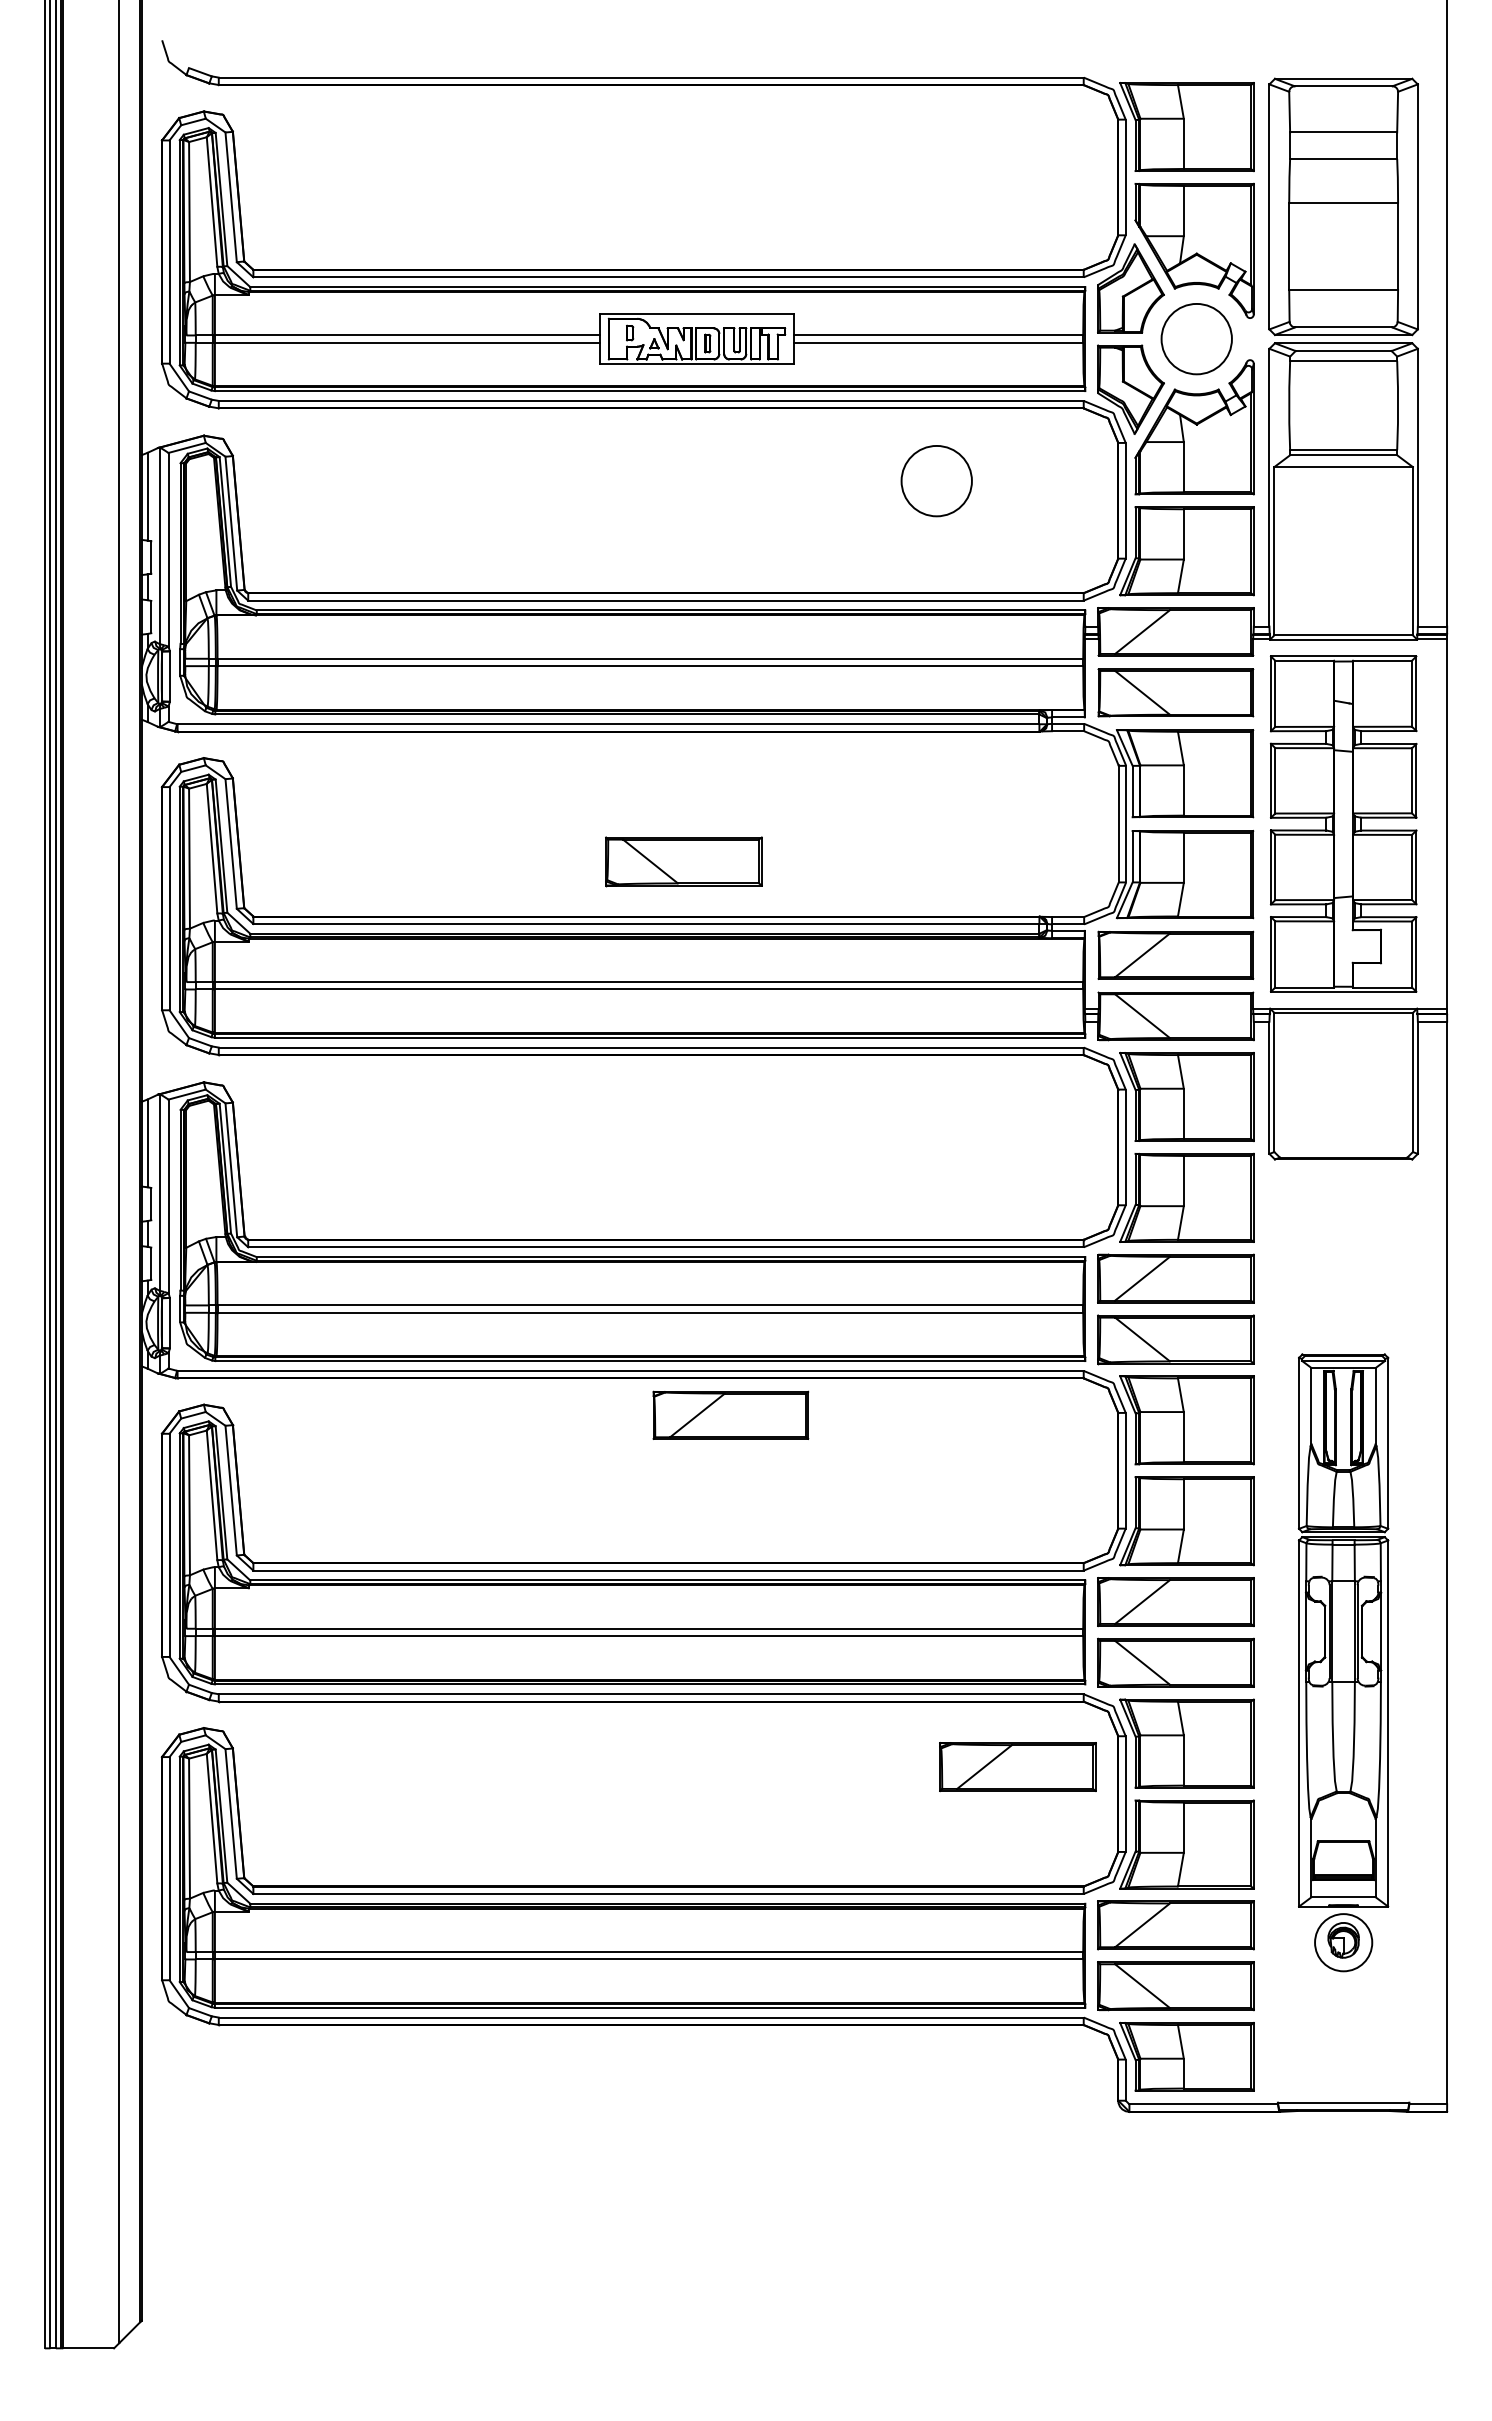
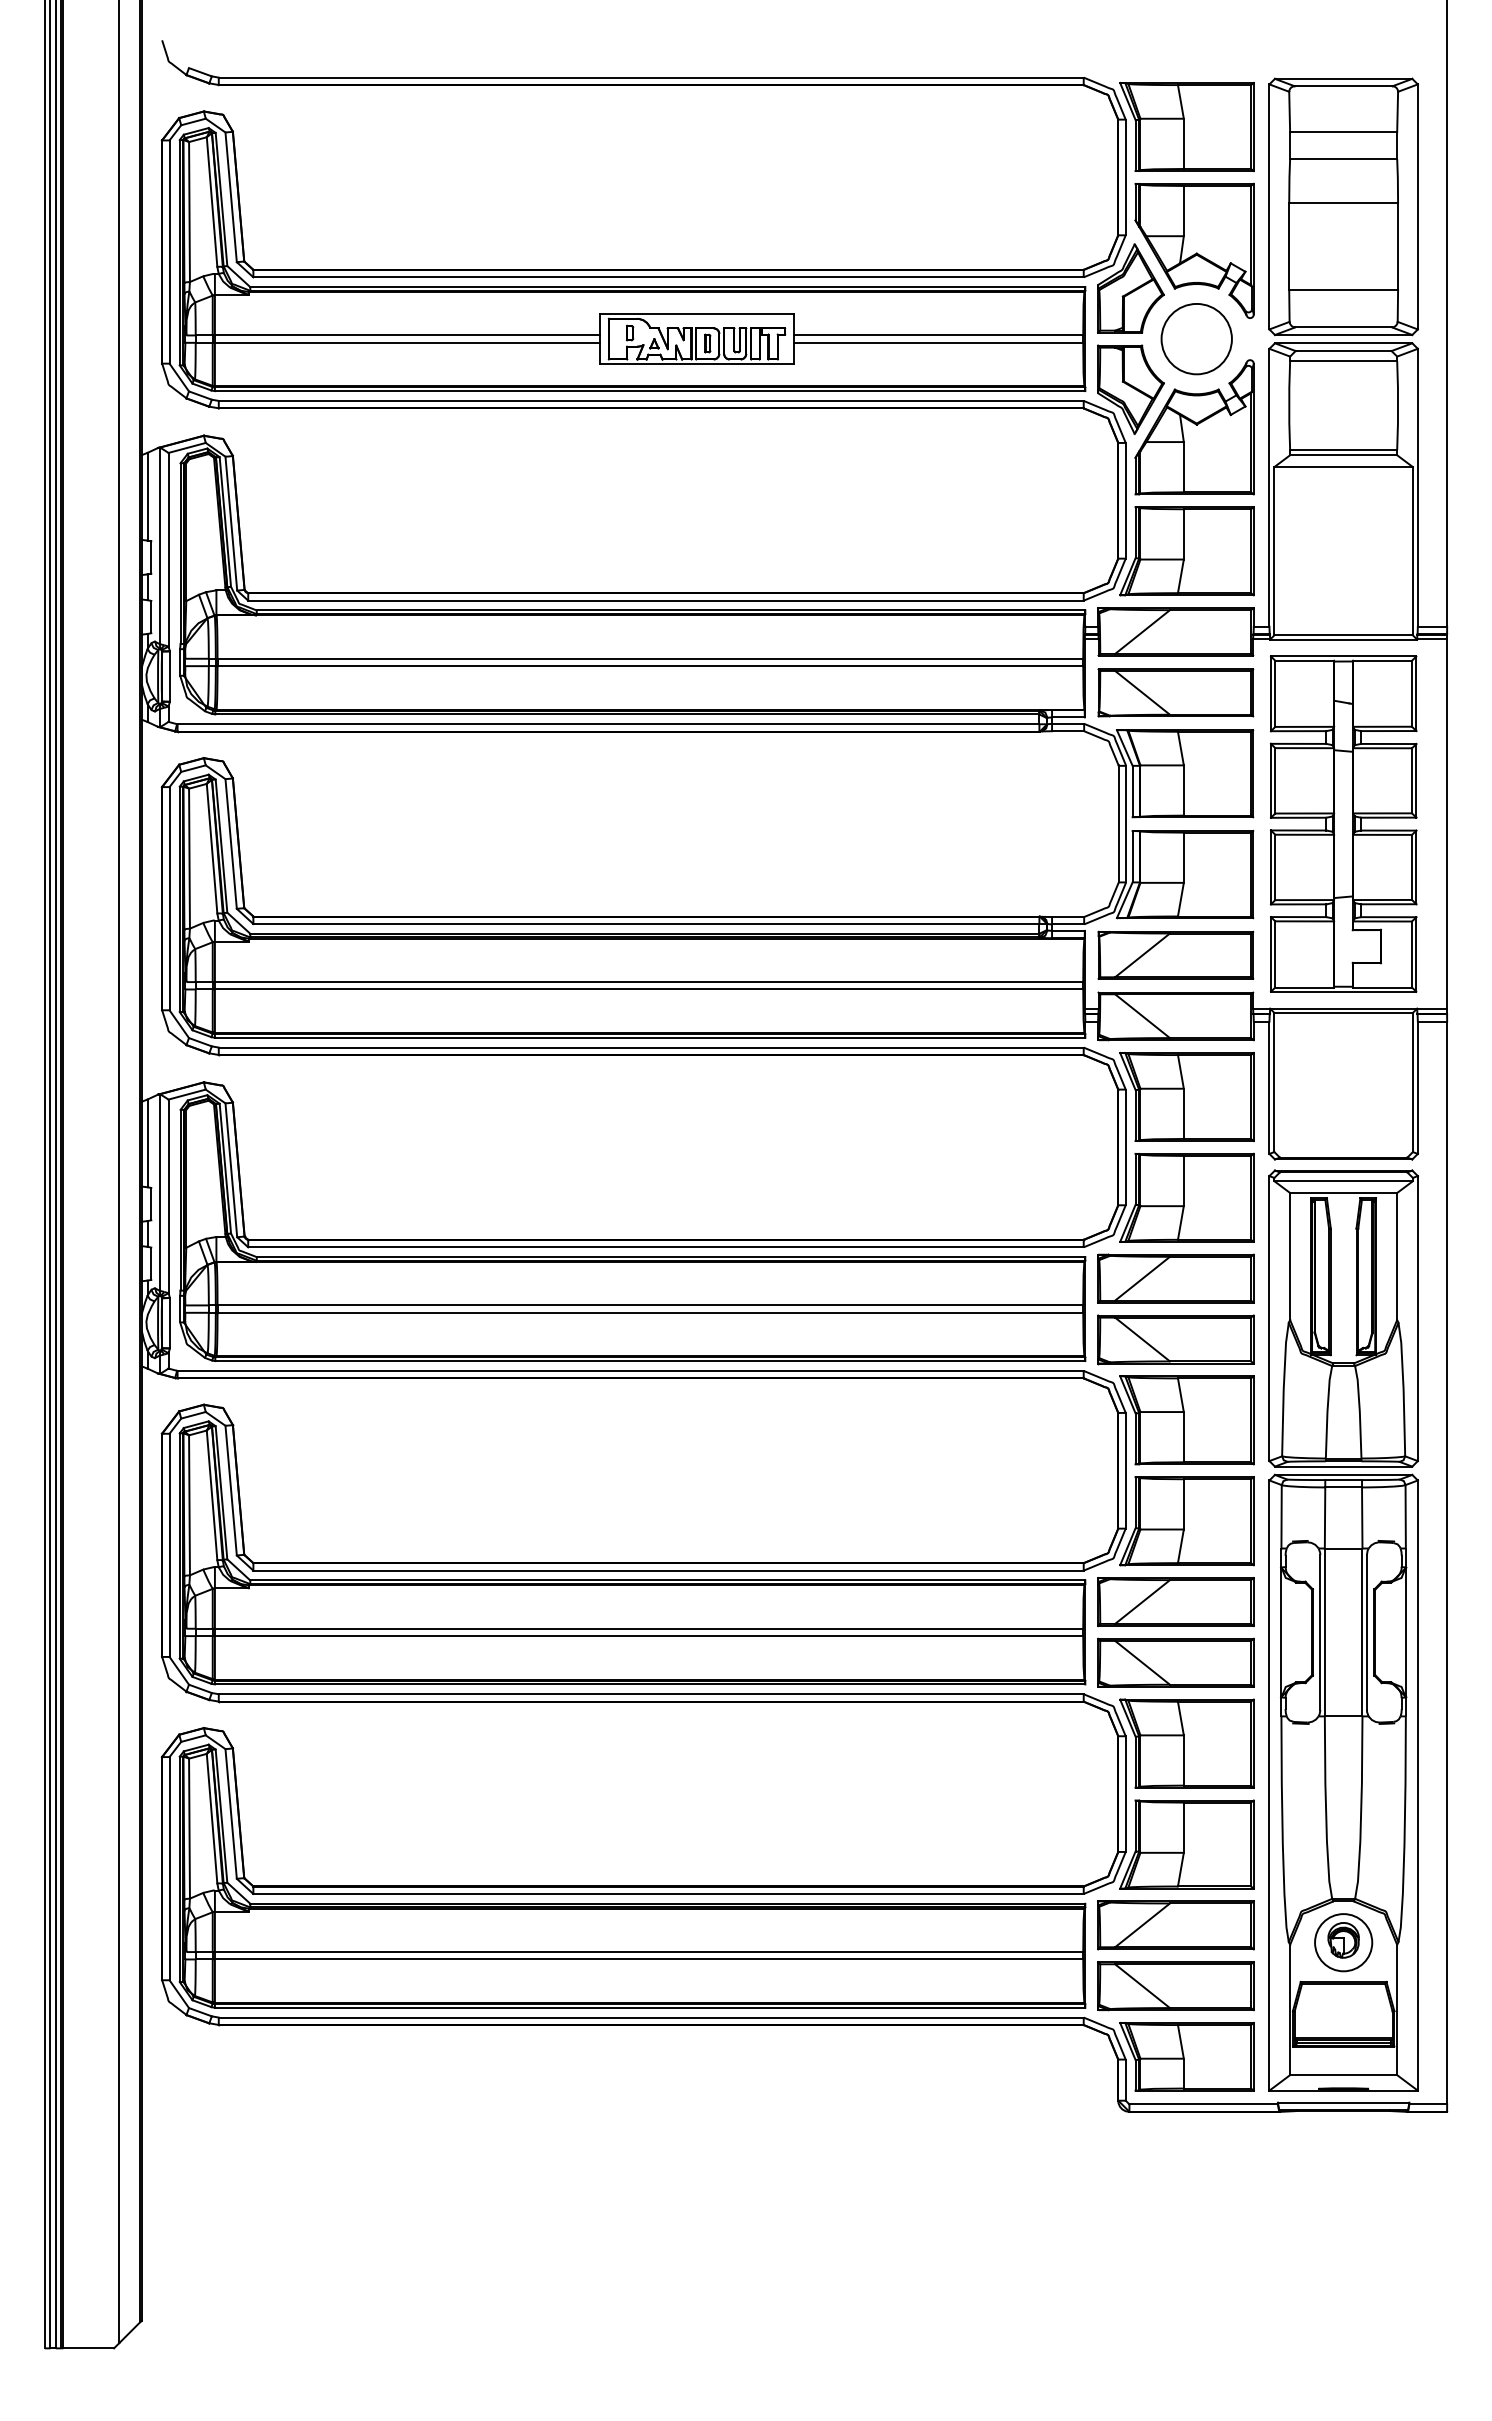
circle at (936, 481): present -> none
part at (683, 861): present -> none
part at (730, 1414): present -> none
part at (1343, 1630) size: 92x555 px -> 151x923 px
part at (1017, 1767): present -> none
